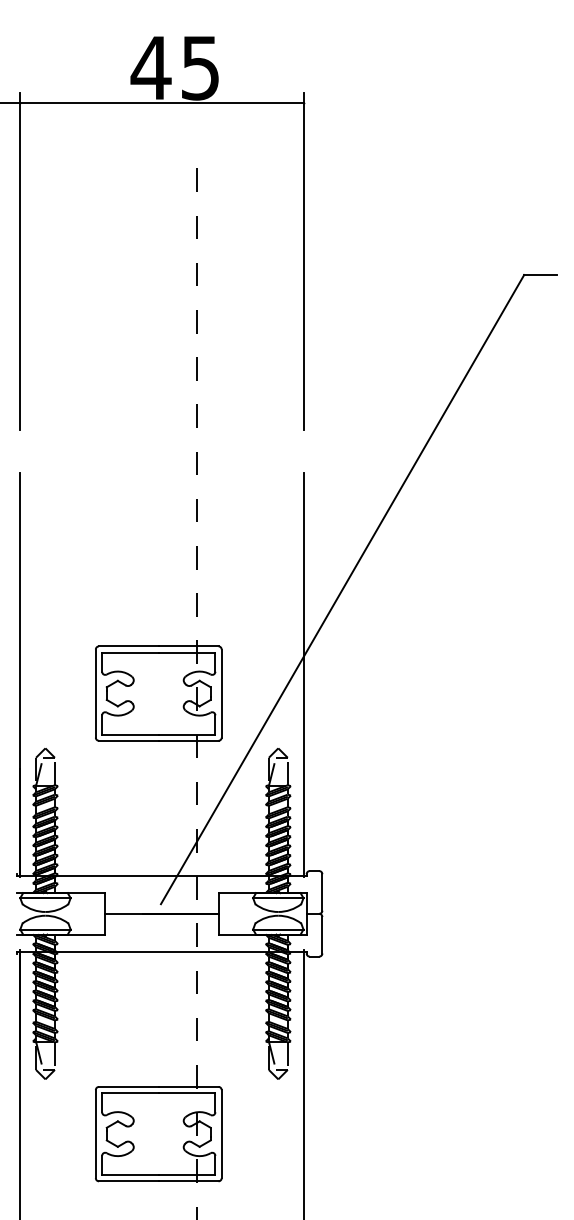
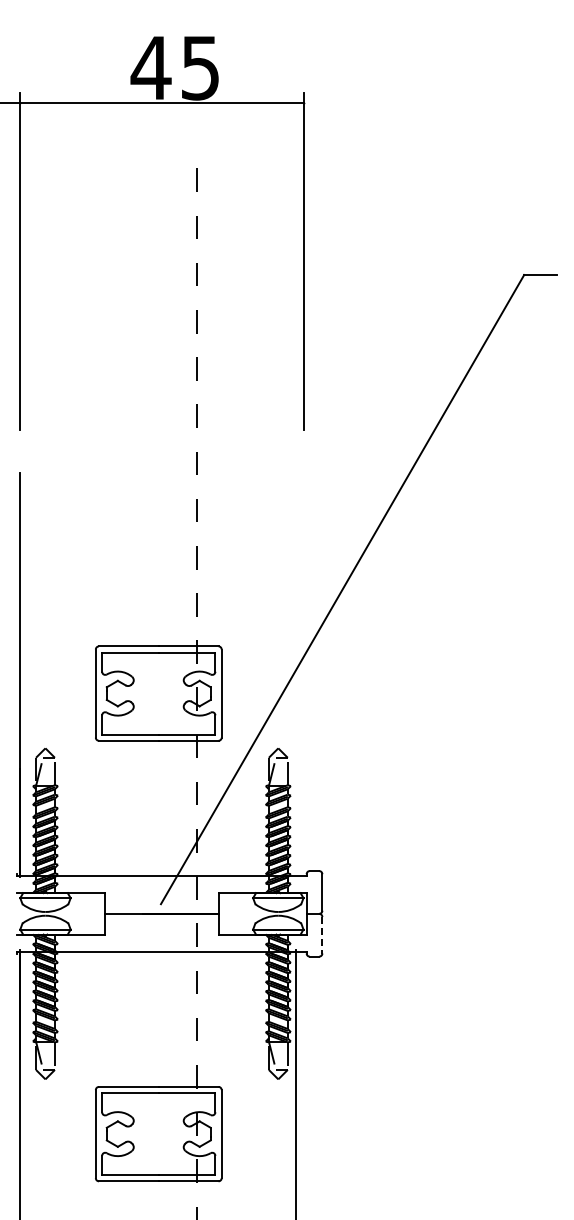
line at (303, 675): present -> none
line at (322, 935): solid -> dashed
line at (303, 1083) position: (303, 1083) -> (295, 1083)
